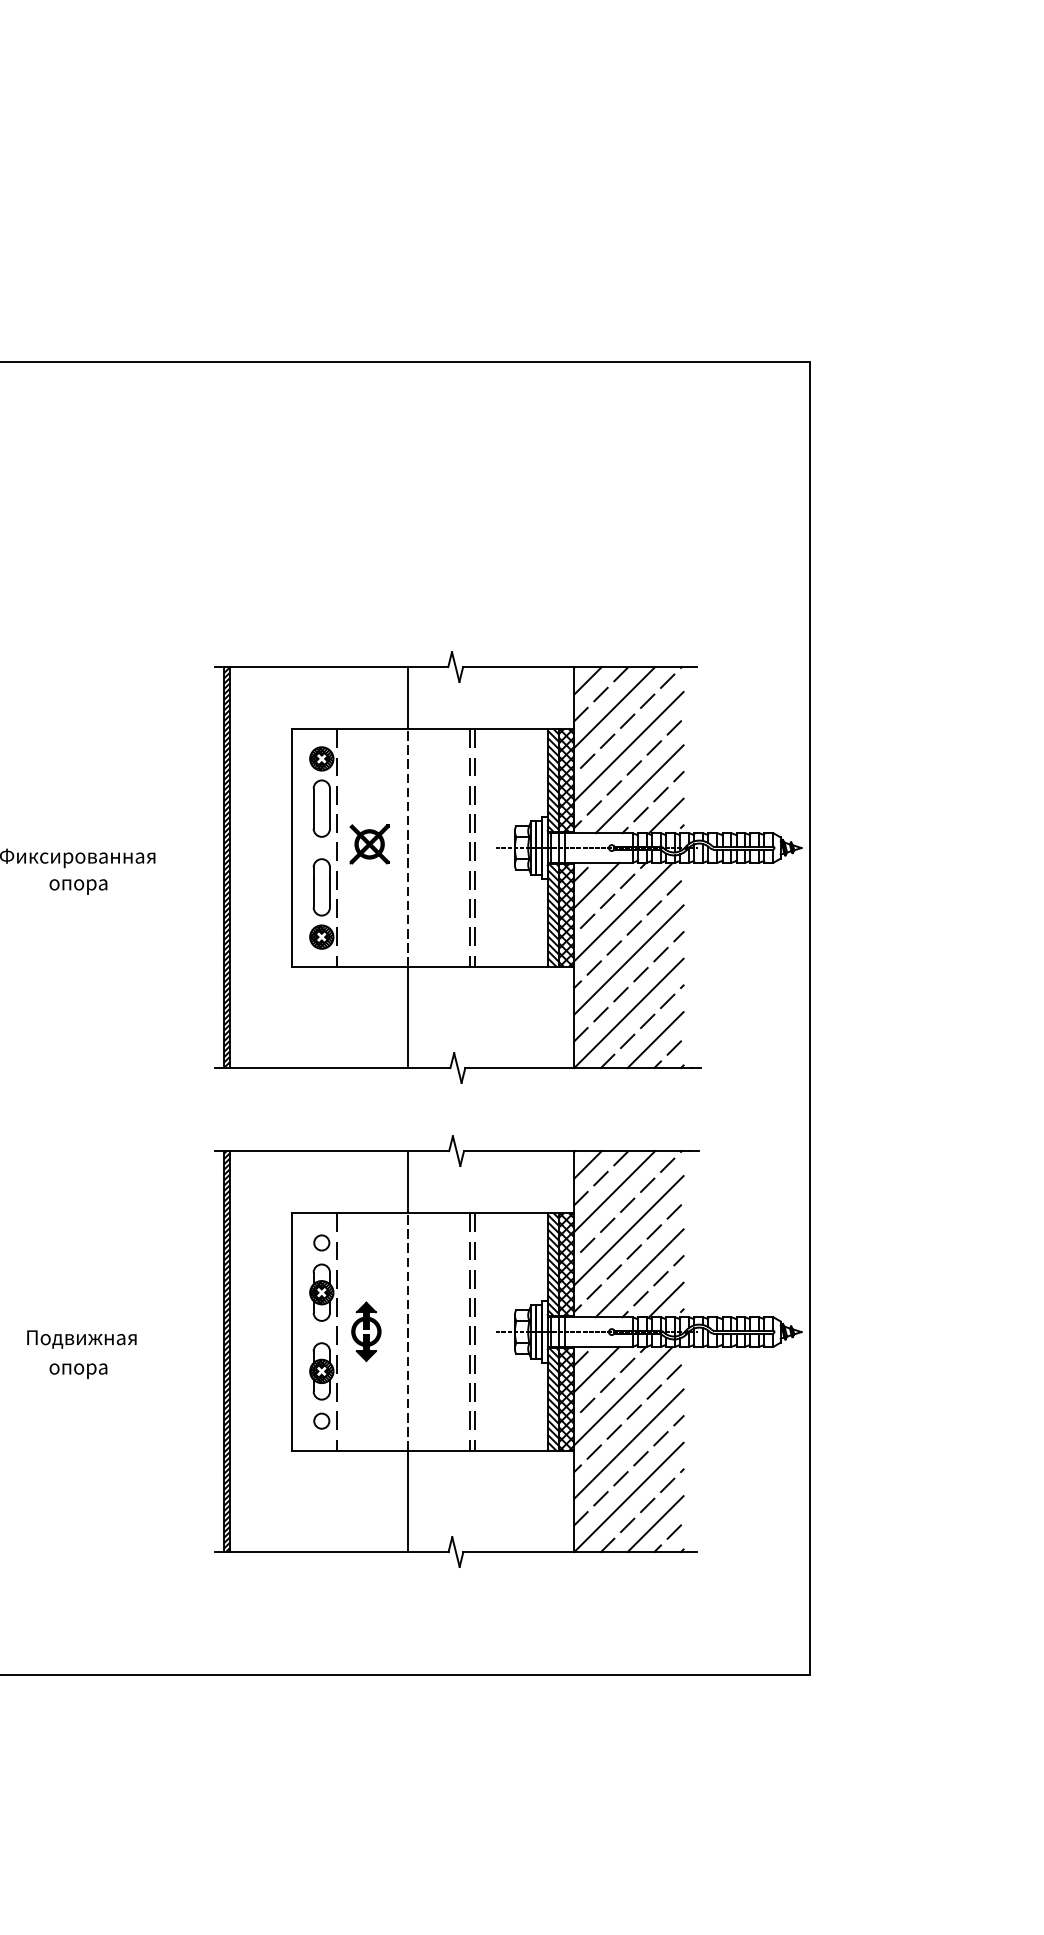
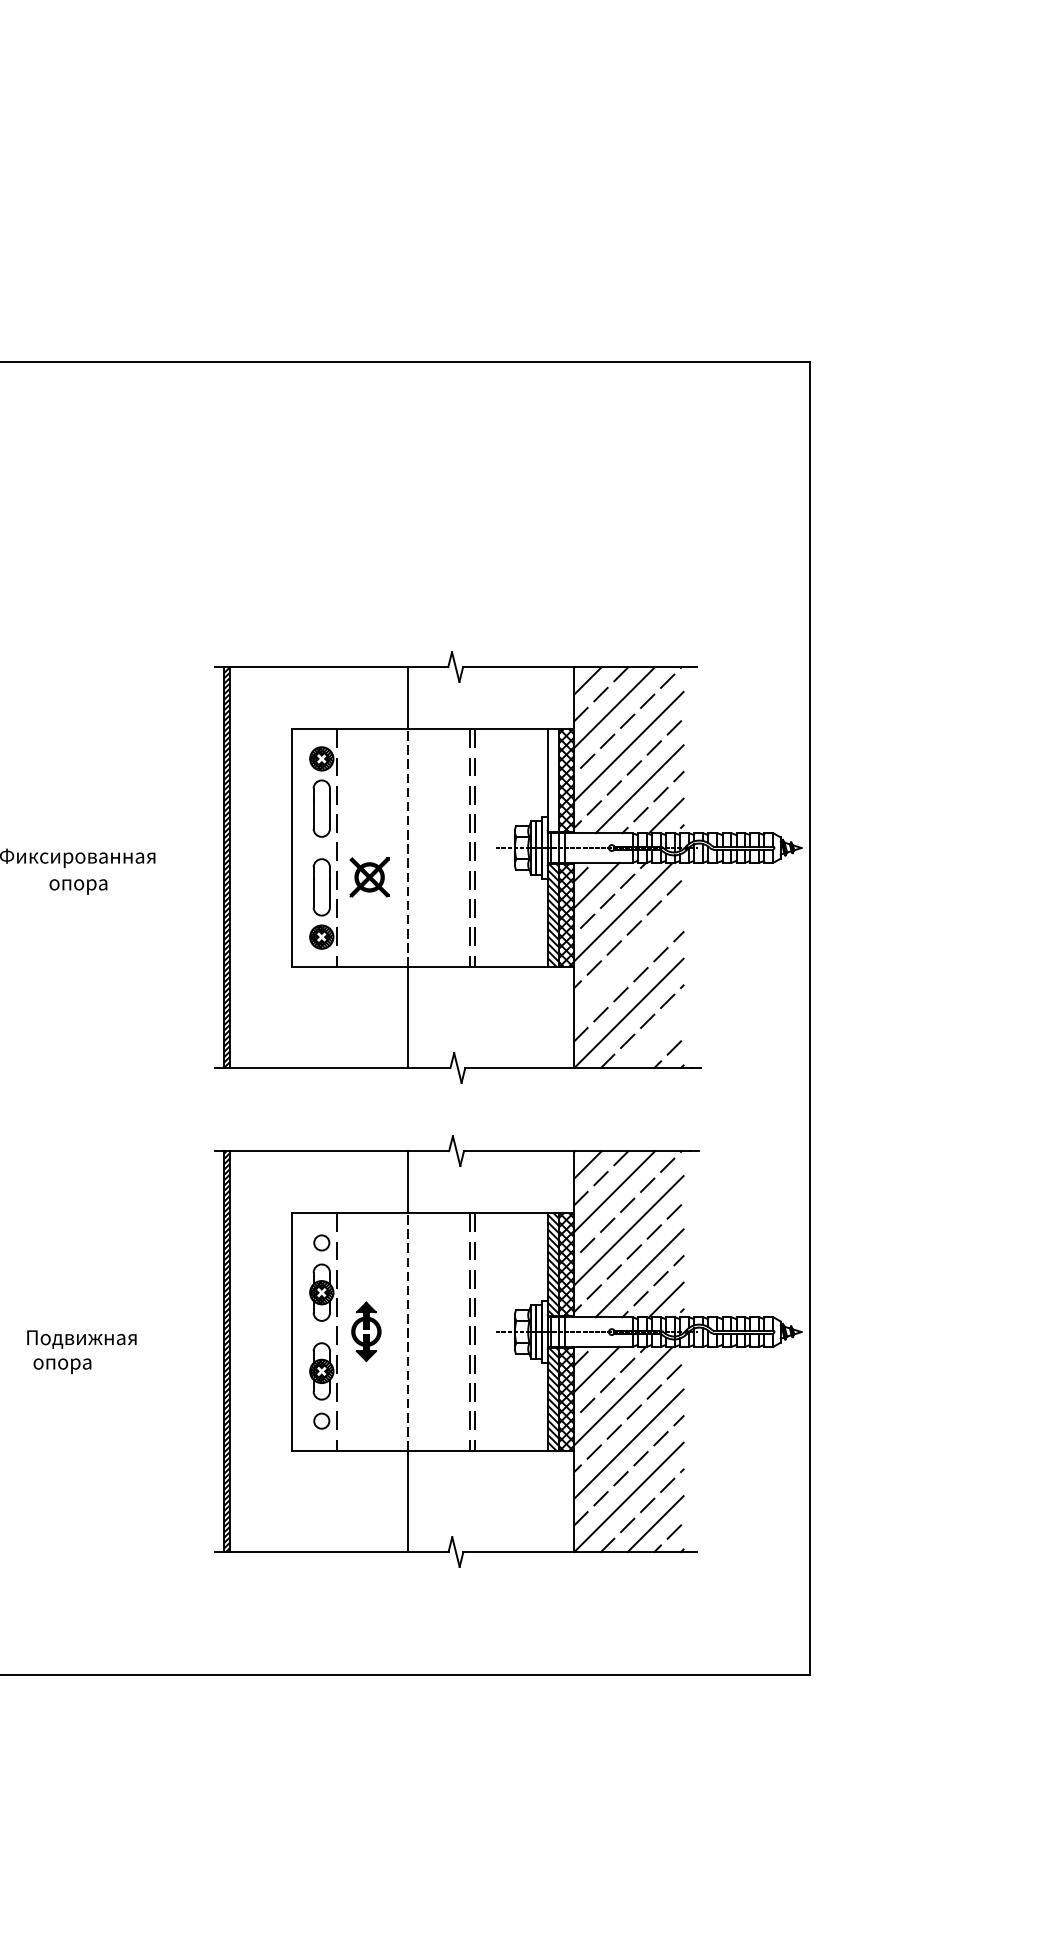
hatch at (553, 780): present -> none
part at (369, 844) position: (369, 844) -> (369, 877)
line at (628, 959): present -> none
line at (655, 1040): present -> none
text at (78, 1371) position: (78, 1371) -> (62, 1366)
